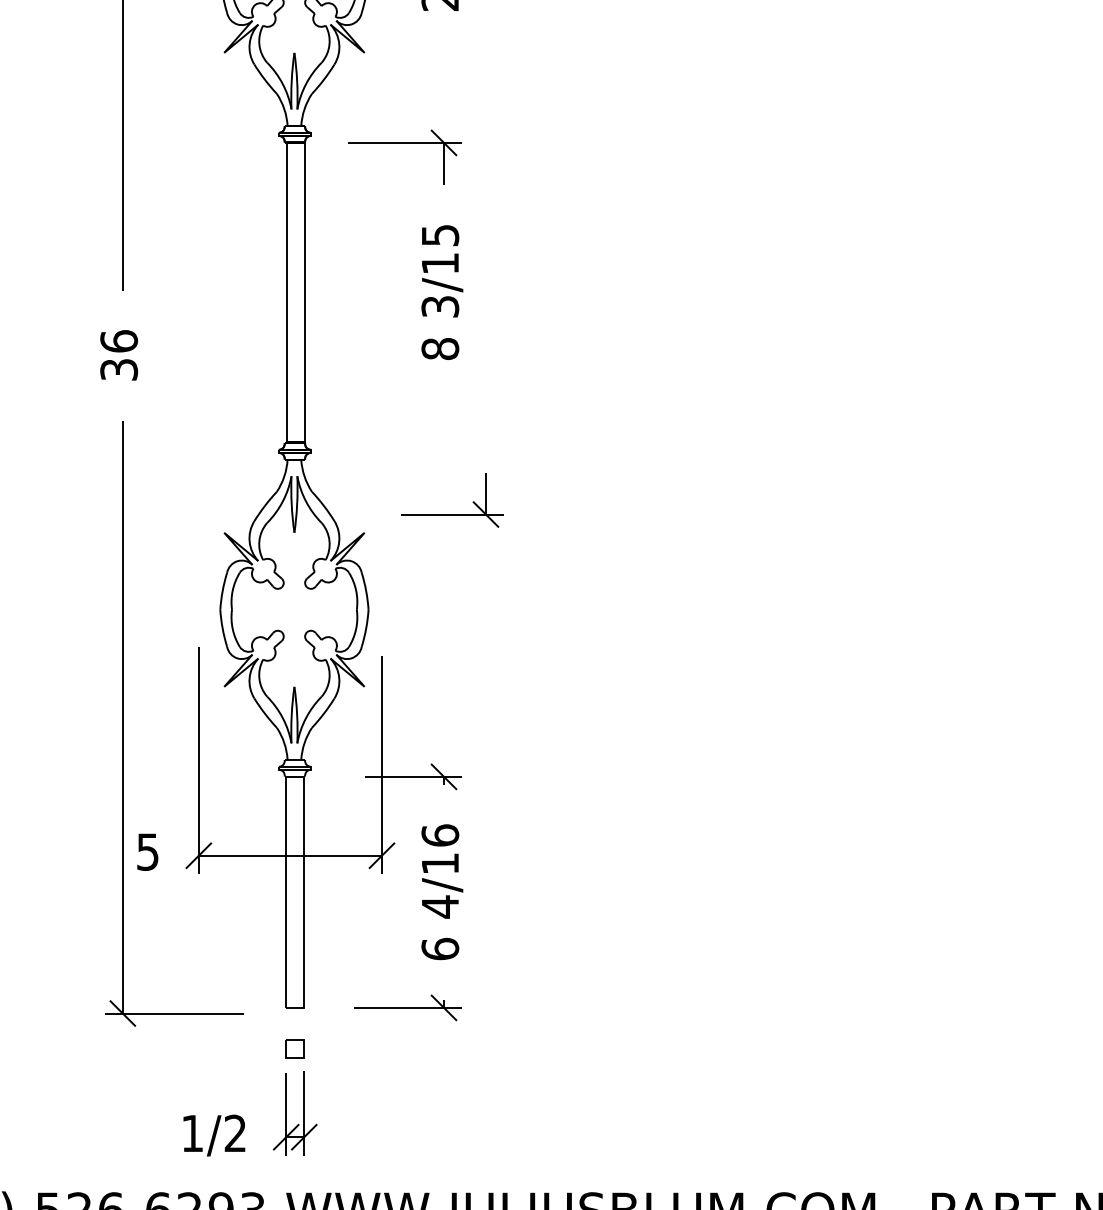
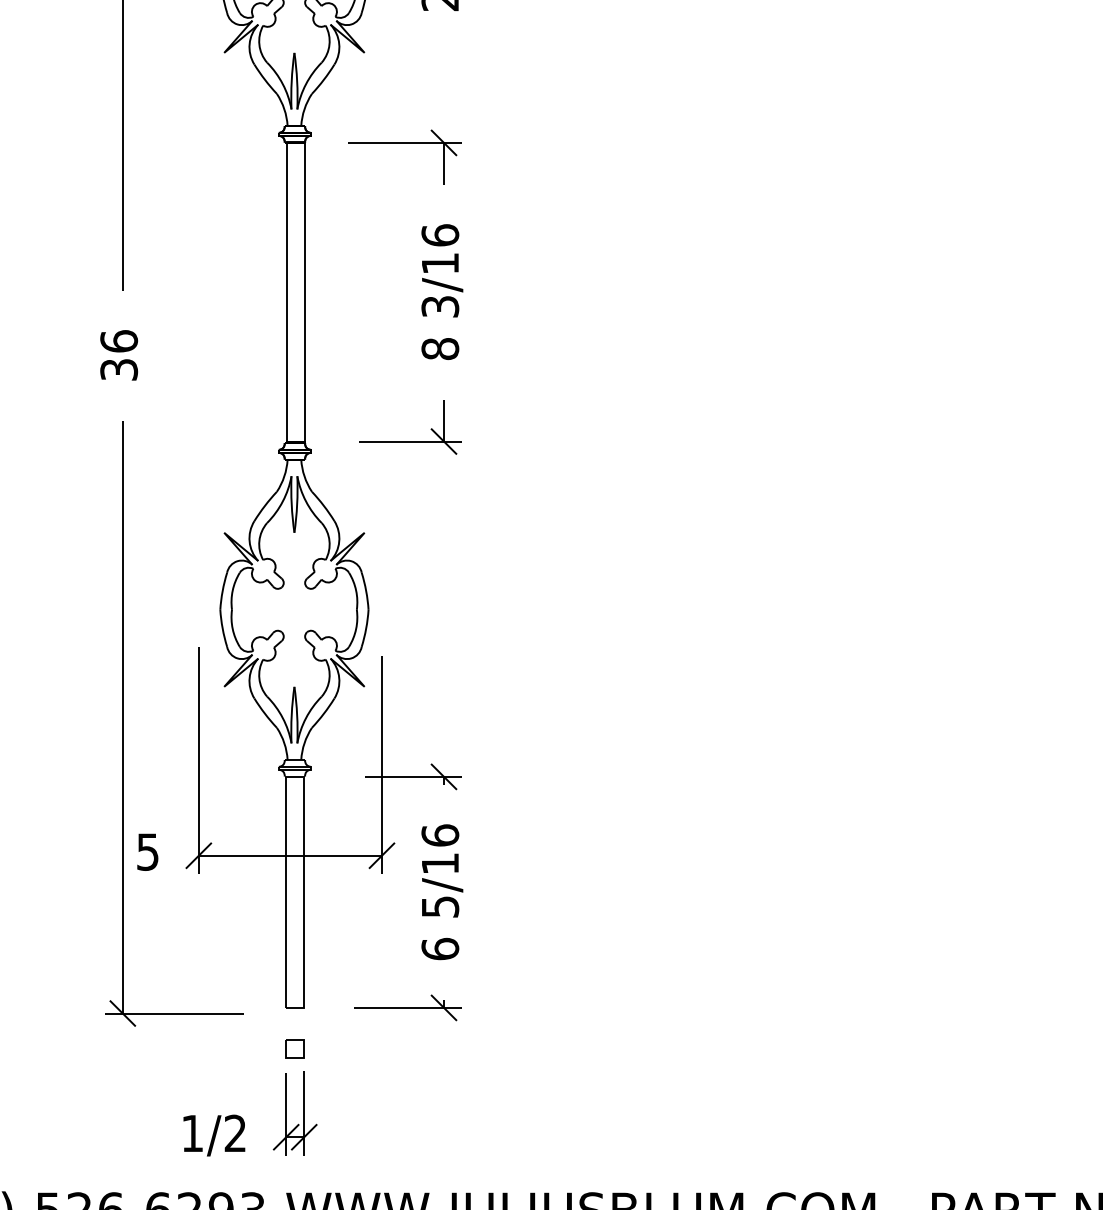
text at (440, 235): 3/15 -> 3/16
part at (452, 514) position: (452, 514) -> (410, 441)
text at (440, 906): 4/16 -> 5/16
